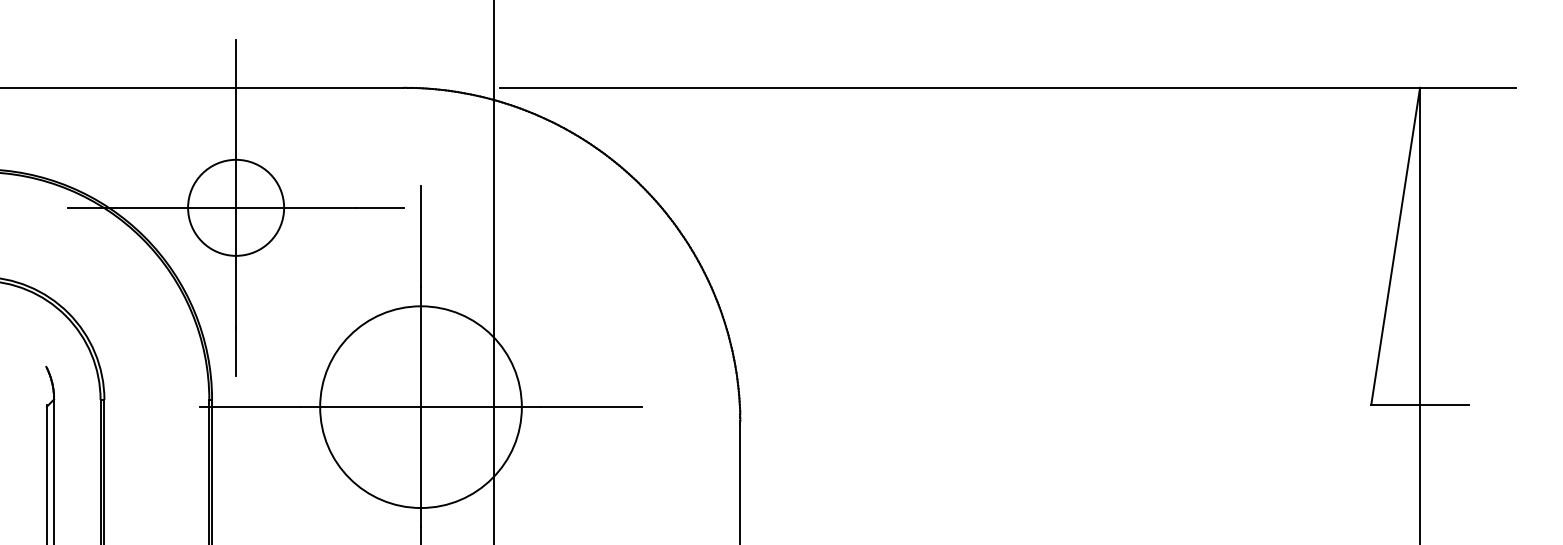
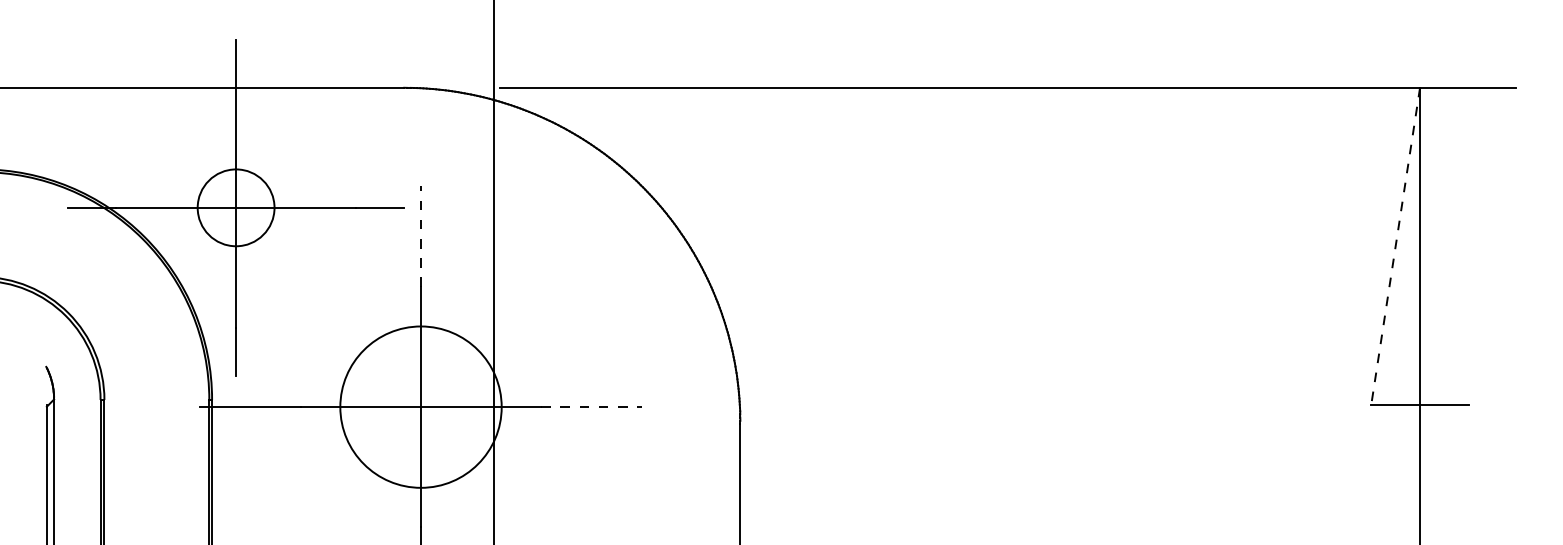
circle at (236, 207) diameter: 96 px -> 77 px
line at (421, 236): solid -> dashed
line at (1395, 246): solid -> dashed
circle at (420, 407) diameter: 202 px -> 161 px
line at (592, 407): solid -> dashed
